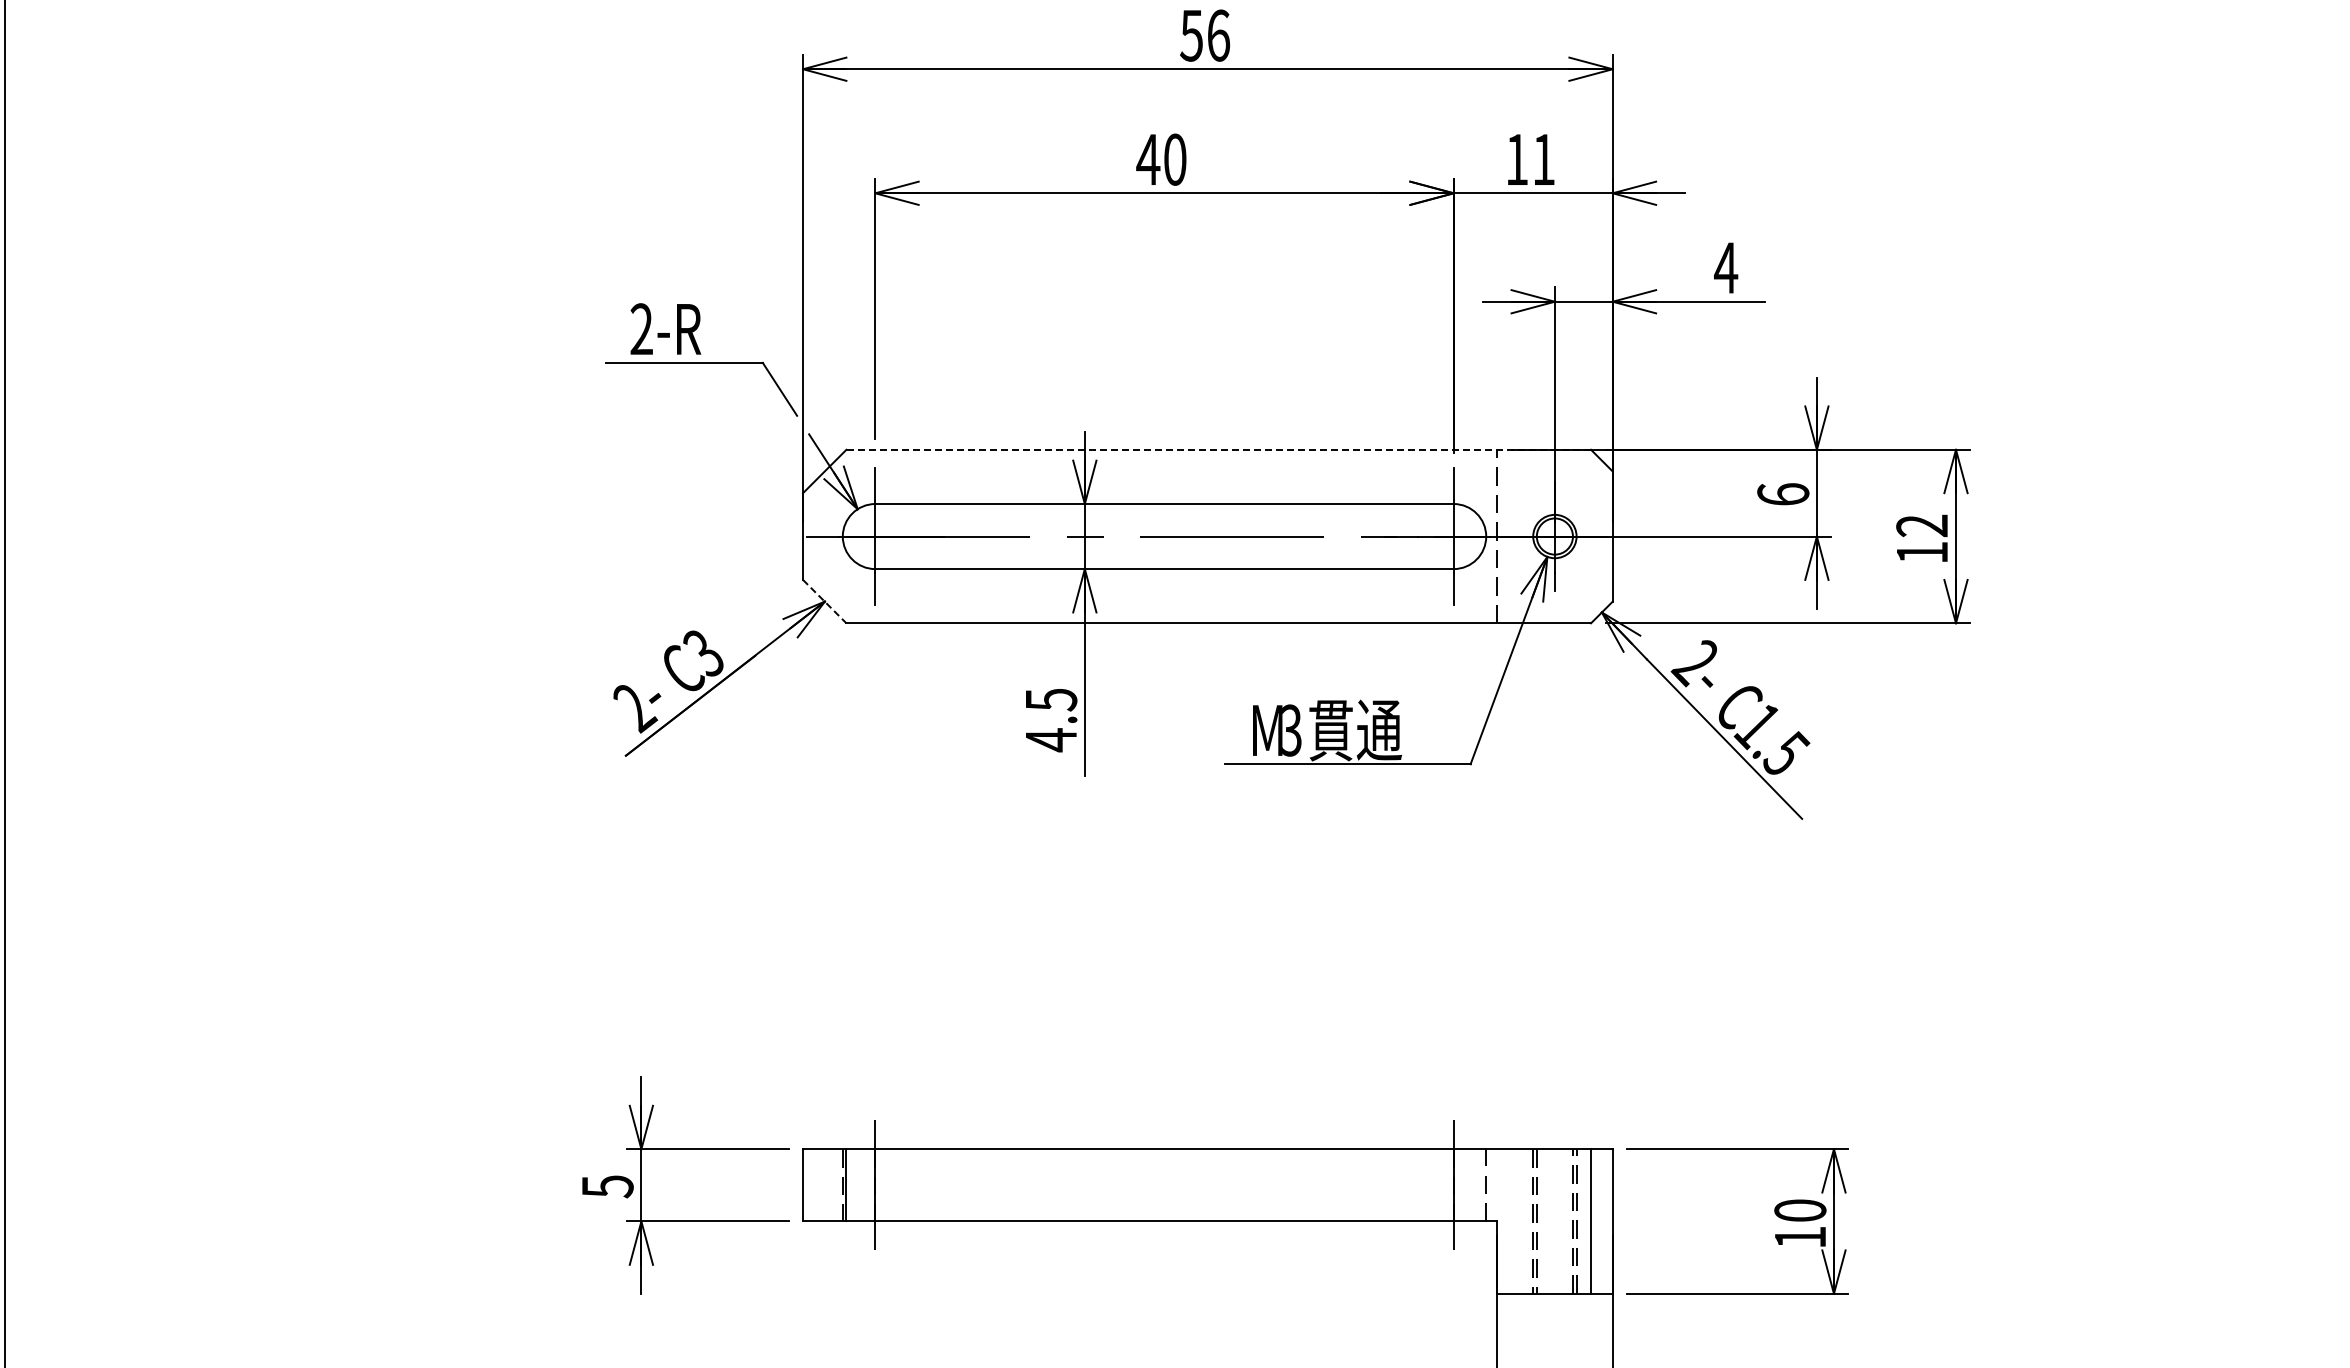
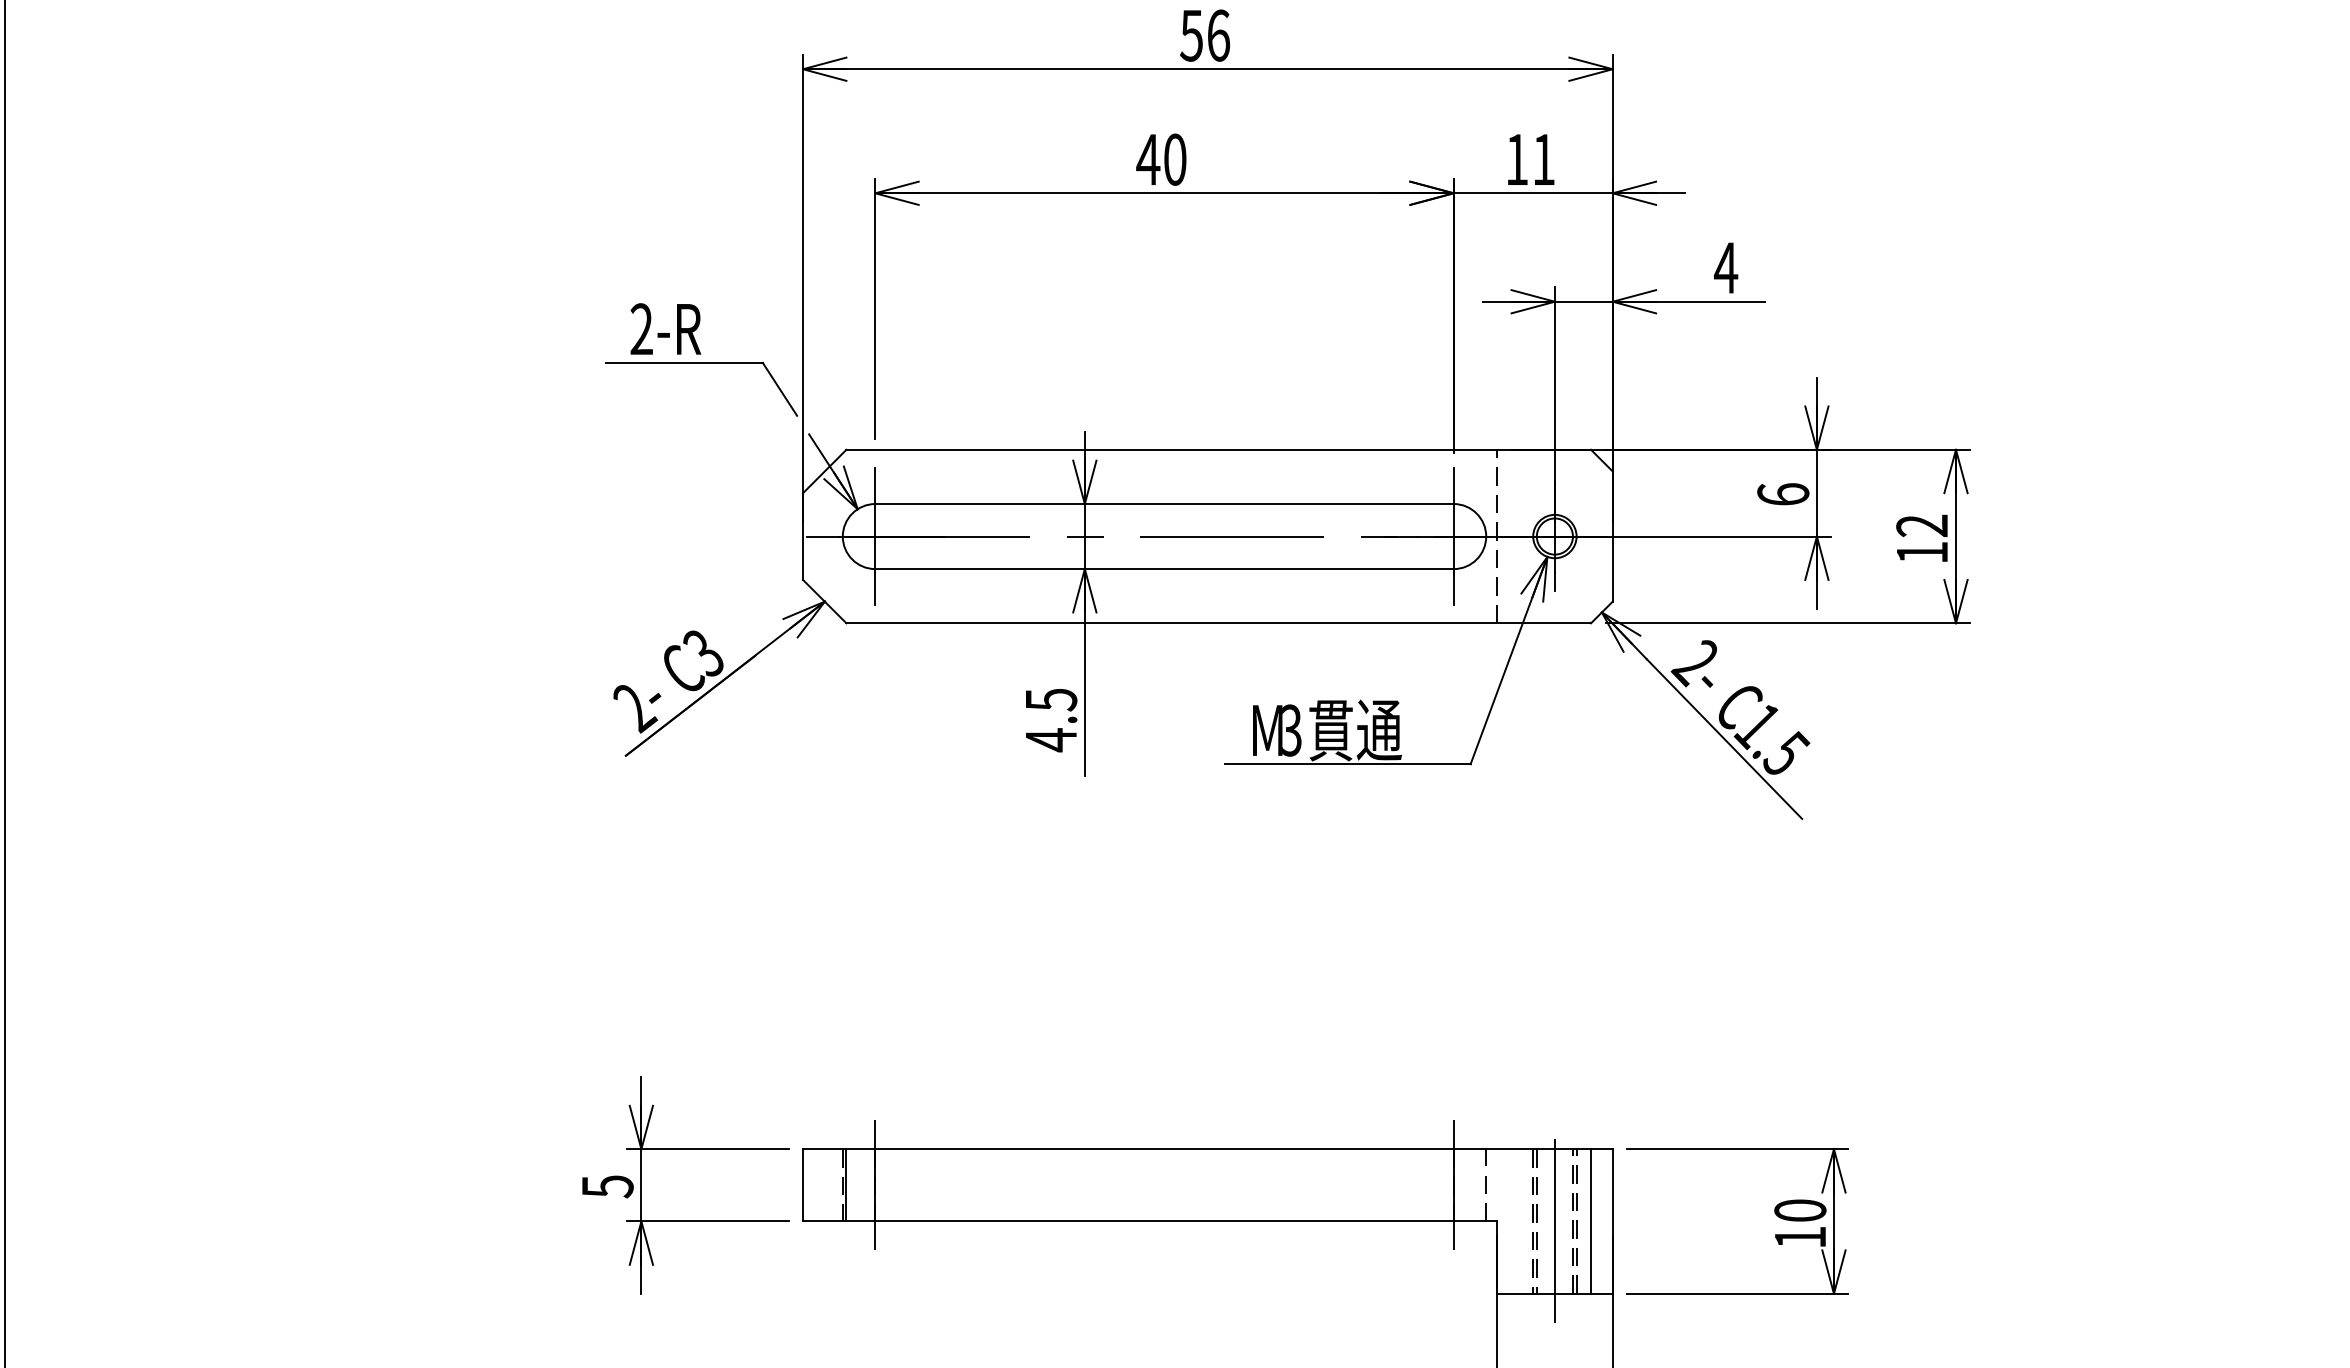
line at (1218, 449): dashed -> solid
line at (824, 601): dashed -> solid
line at (1554, 1221): none -> present
